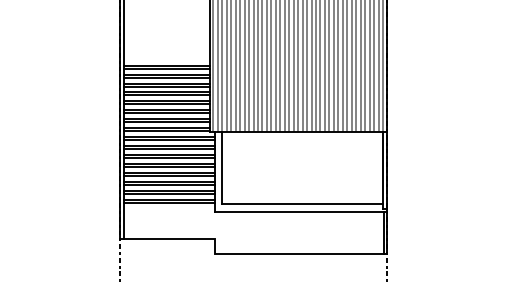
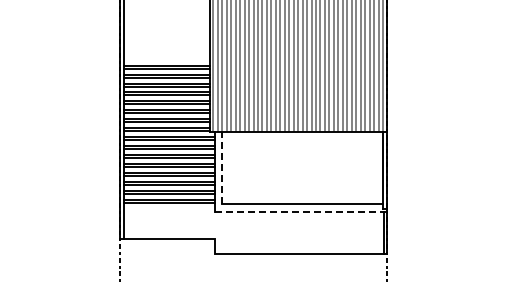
line at (222, 167): solid -> dashed
line at (301, 211): solid -> dashed
